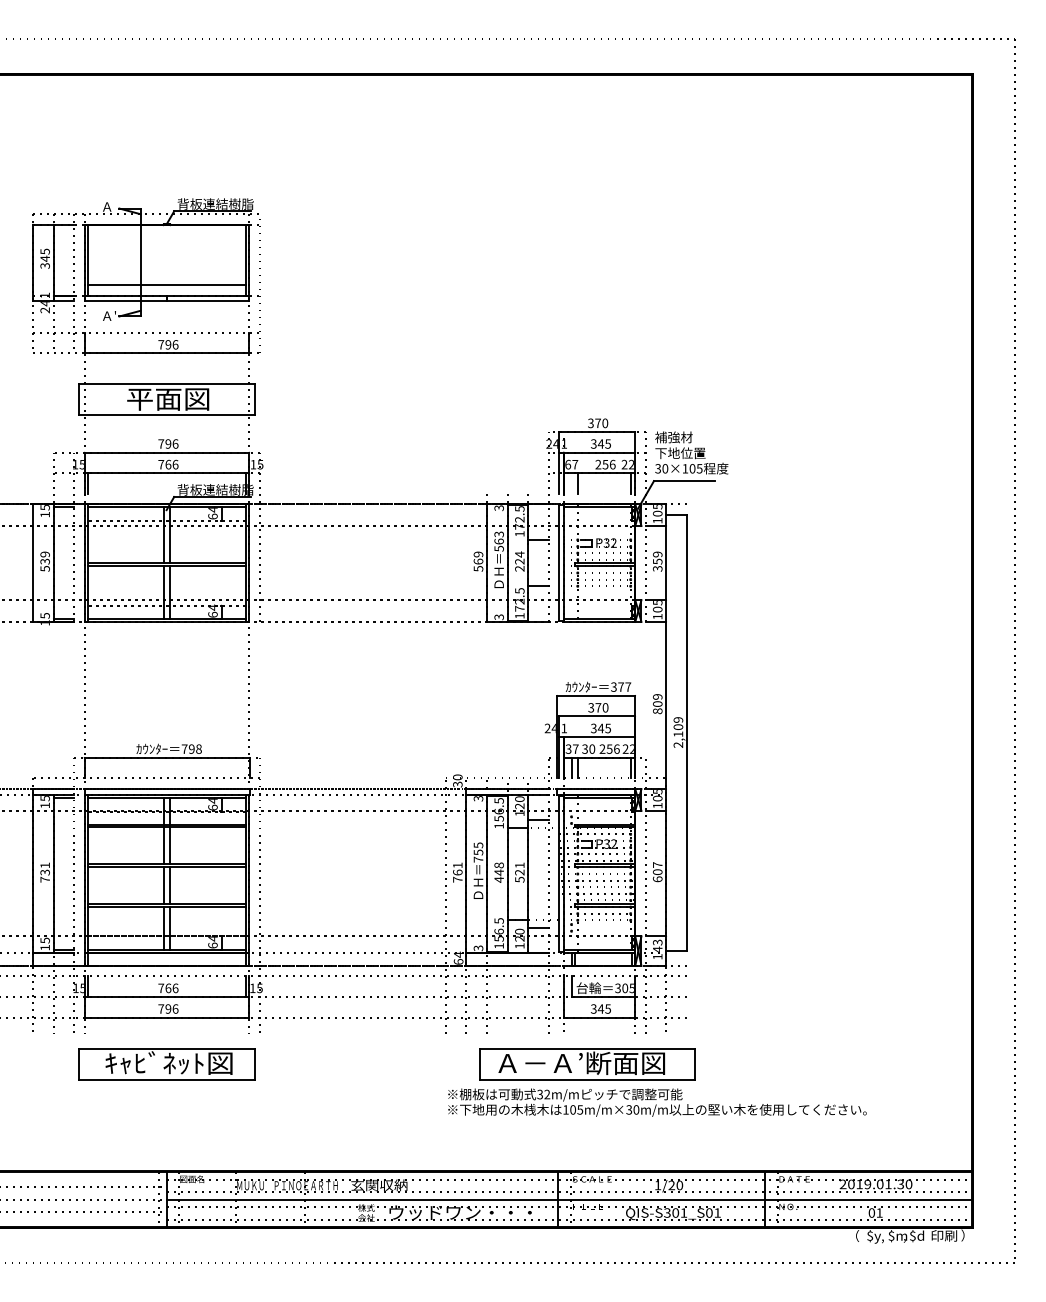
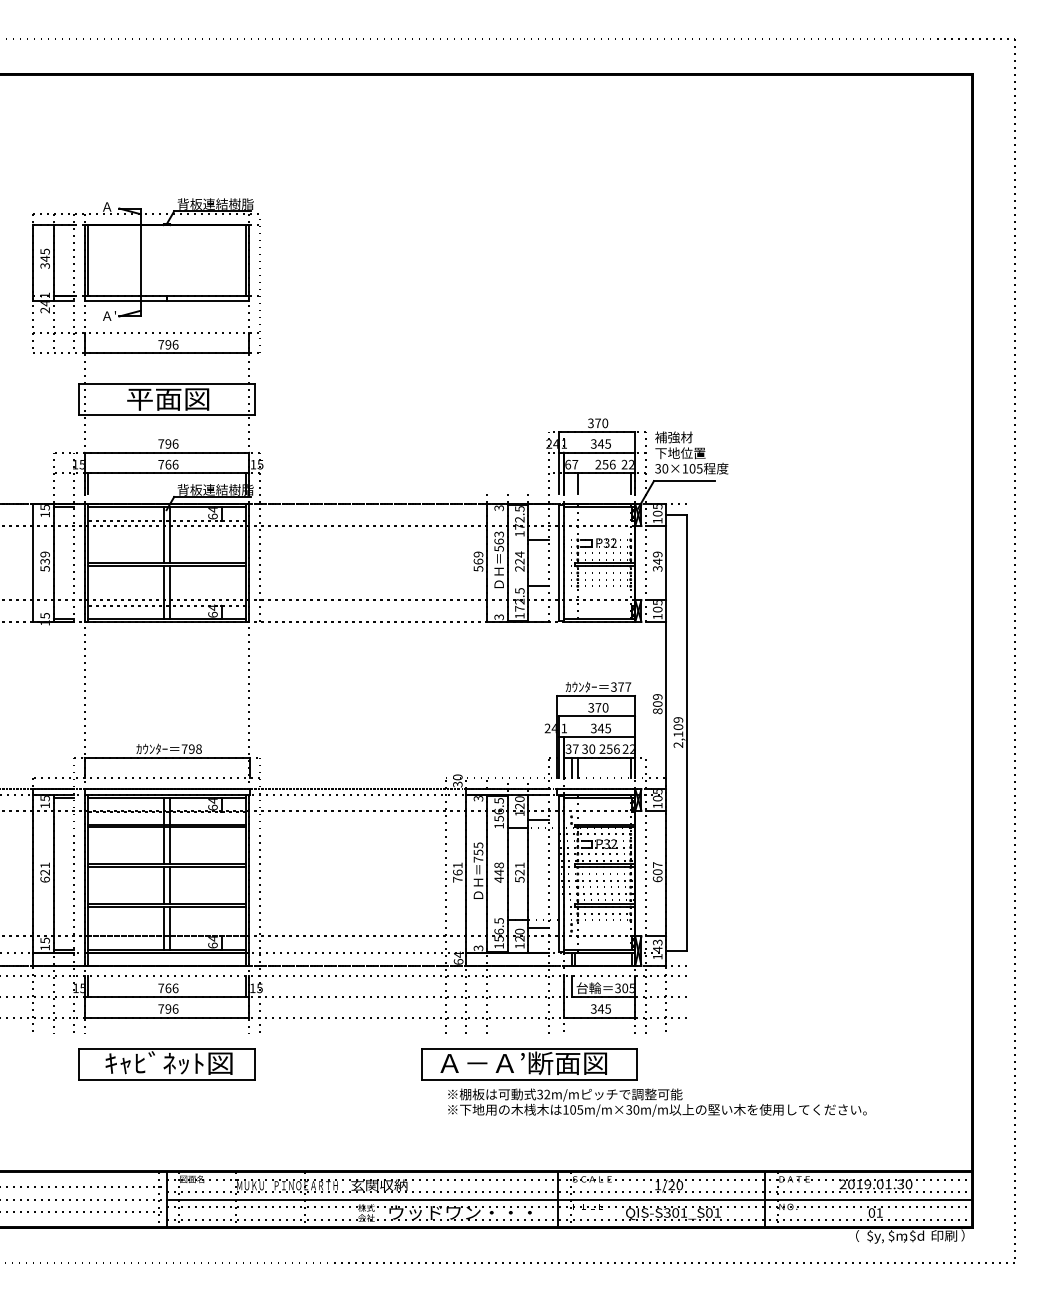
line at (166, 285): present -> none
text at (657, 561): 359 -> 349
text at (44, 875): 731 -> 621
part at (587, 1064) position: (587, 1064) -> (529, 1064)
